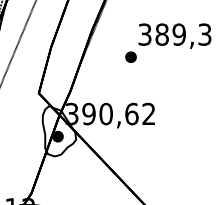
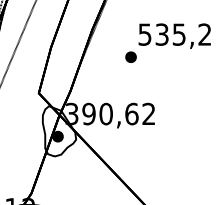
text at (175, 34): 389,3 -> 535,2
